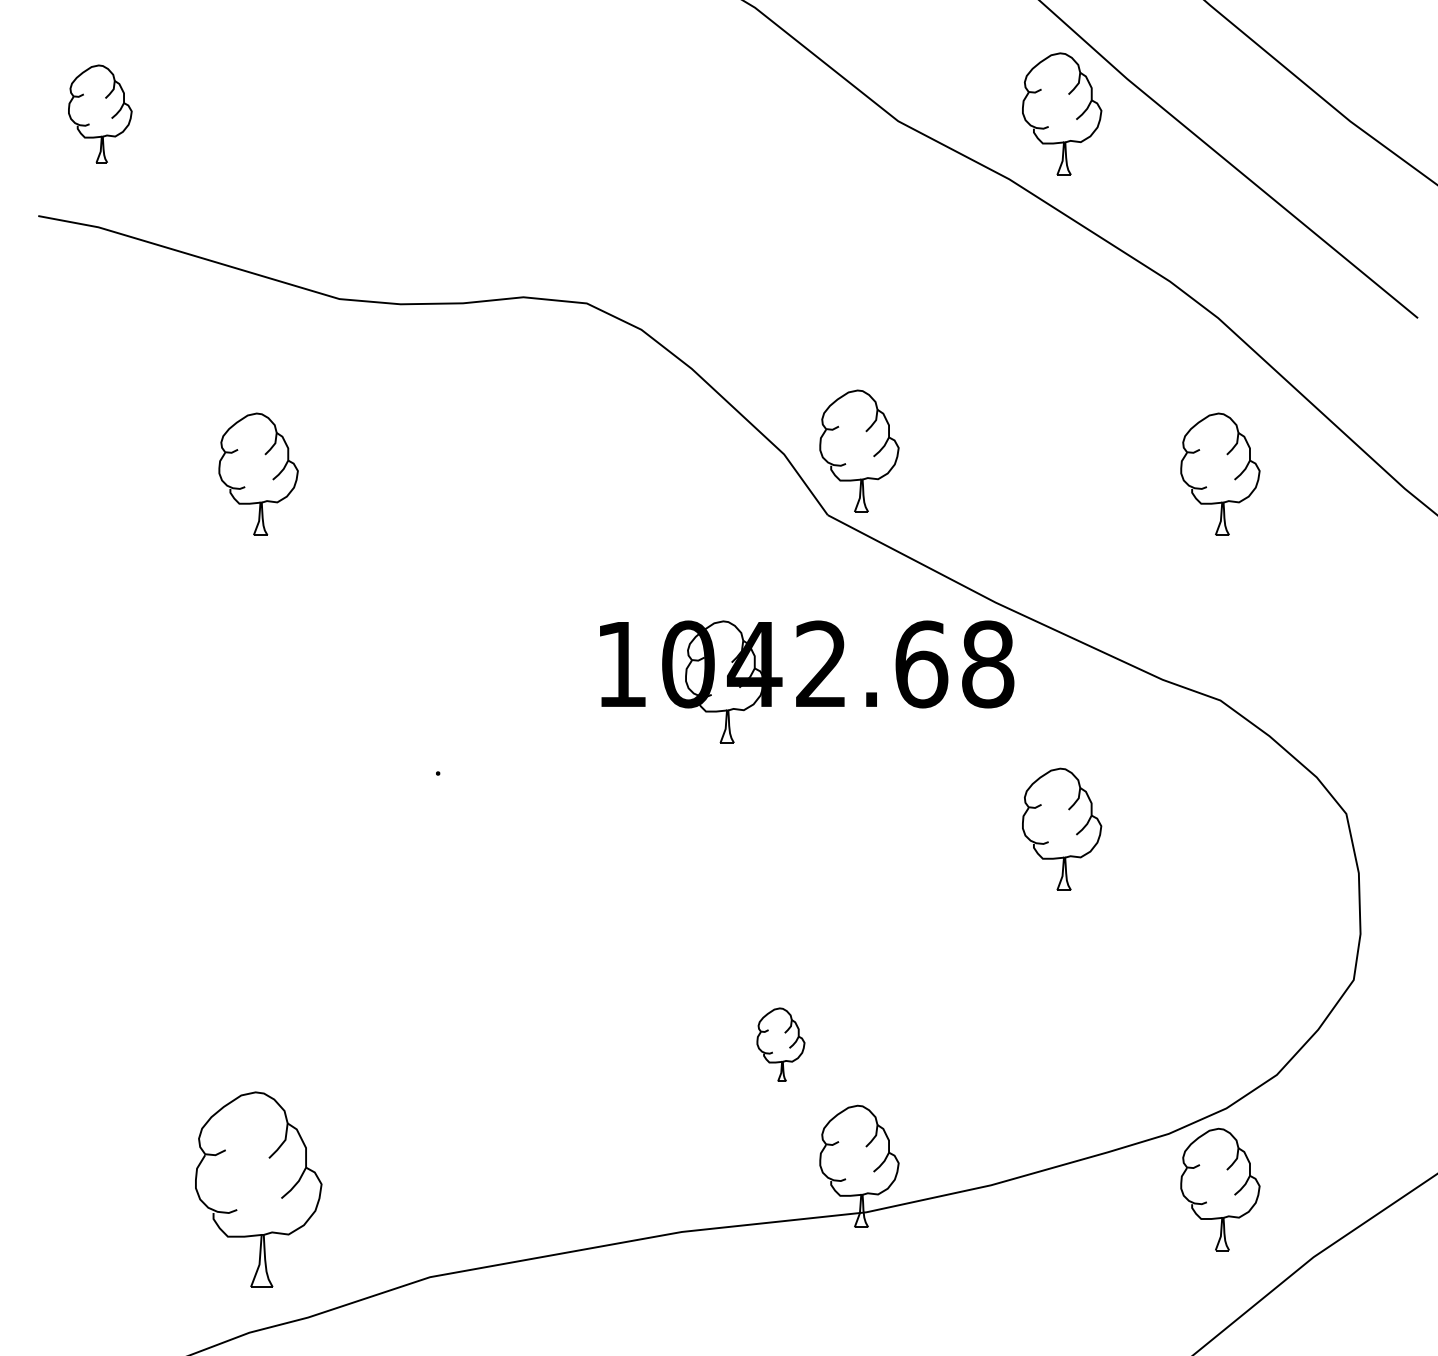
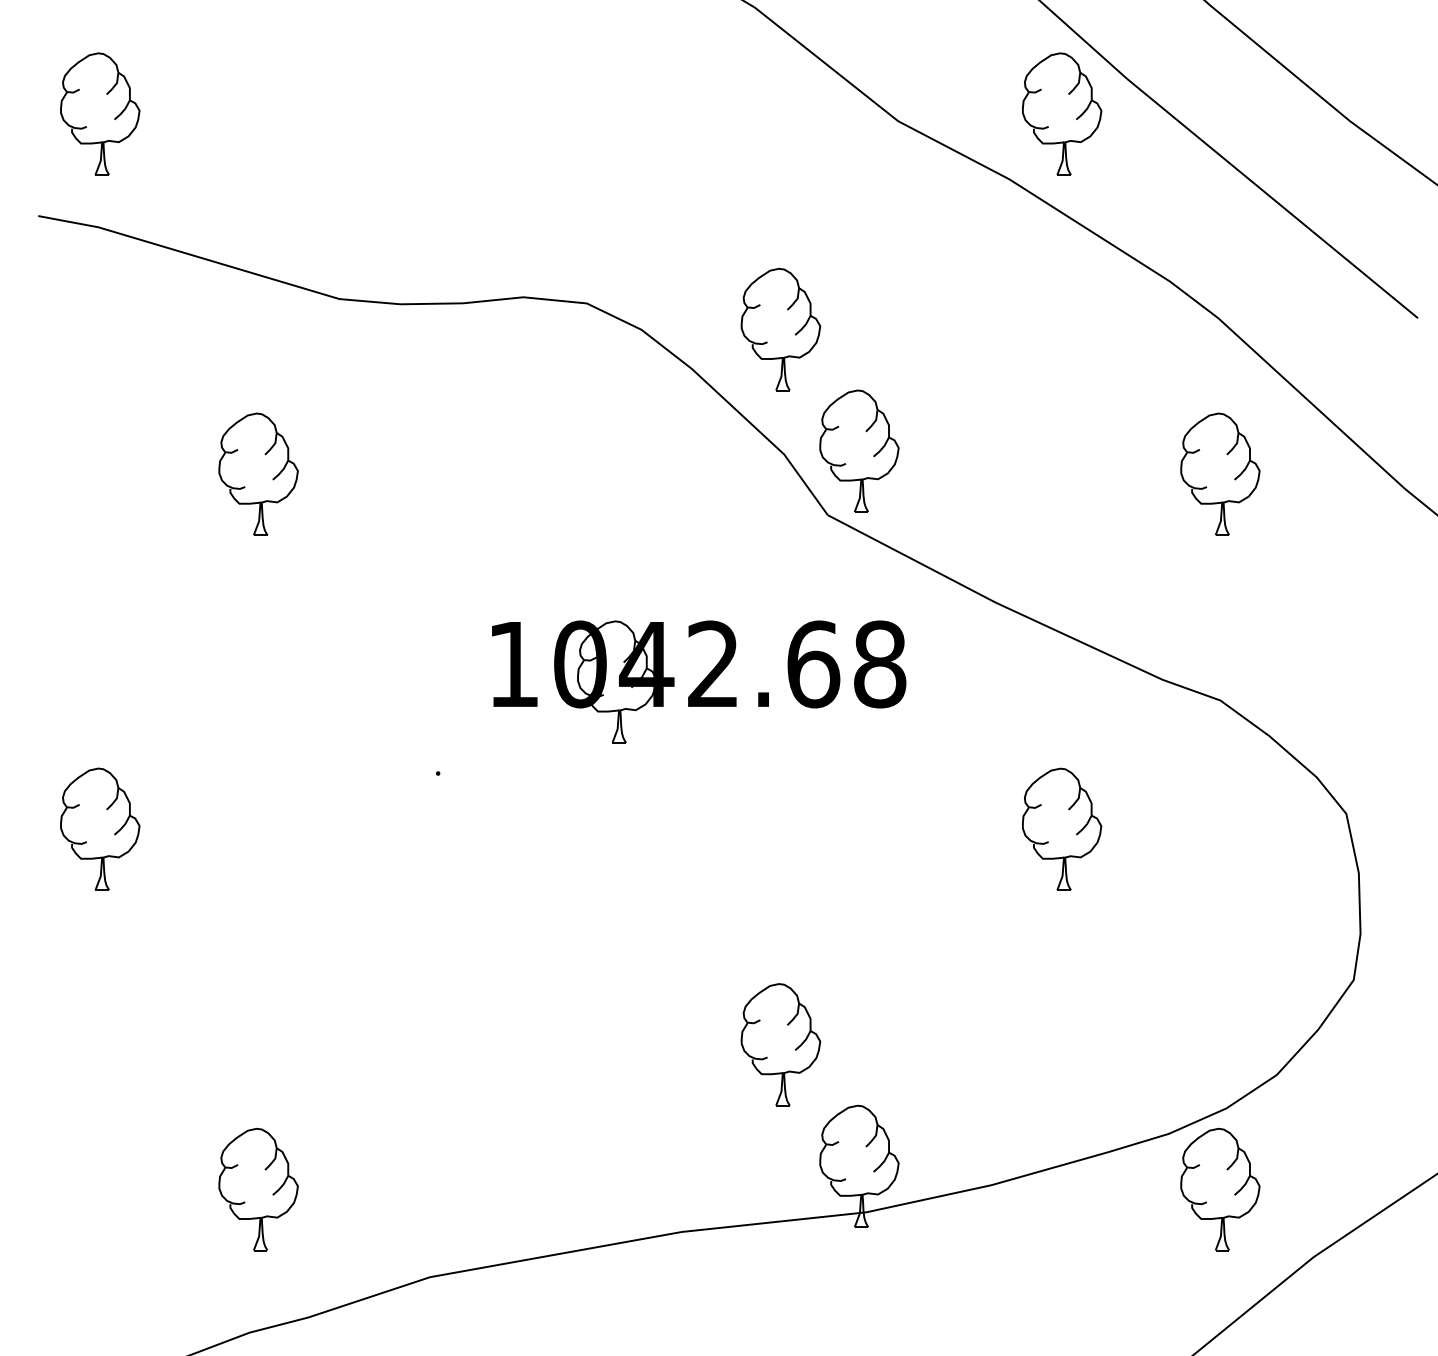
part at (100, 113) size: 65x100 px -> 81x124 px
part at (780, 329): none -> present
part at (807, 681) position: (807, 681) -> (699, 681)
part at (100, 828): none -> present
part at (780, 1044) size: 50x75 px -> 82x124 px
part at (258, 1189) size: 128x197 px -> 81x125 px
